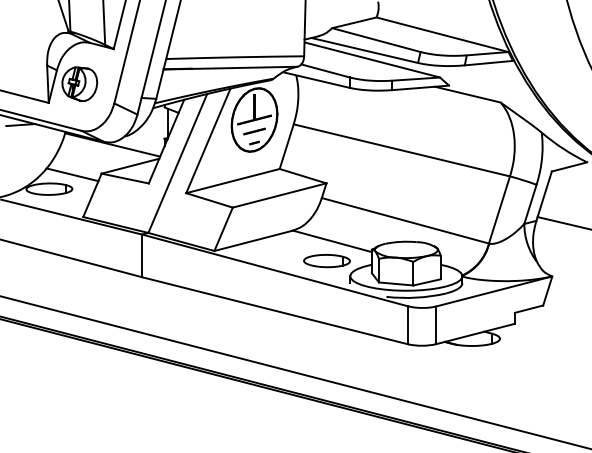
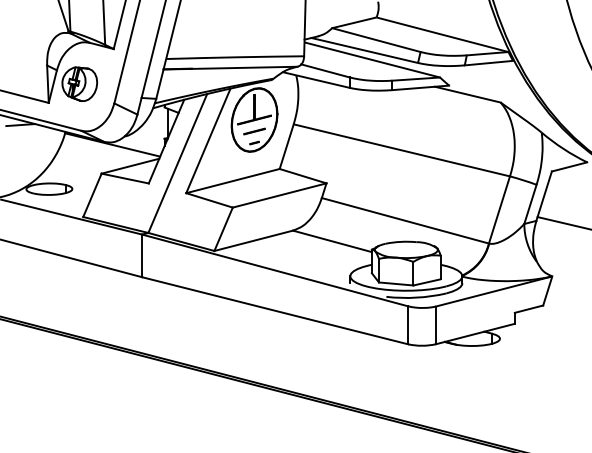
line at (72, 174): present -> none
part at (326, 261): present -> none
line at (295, 372): present -> none
